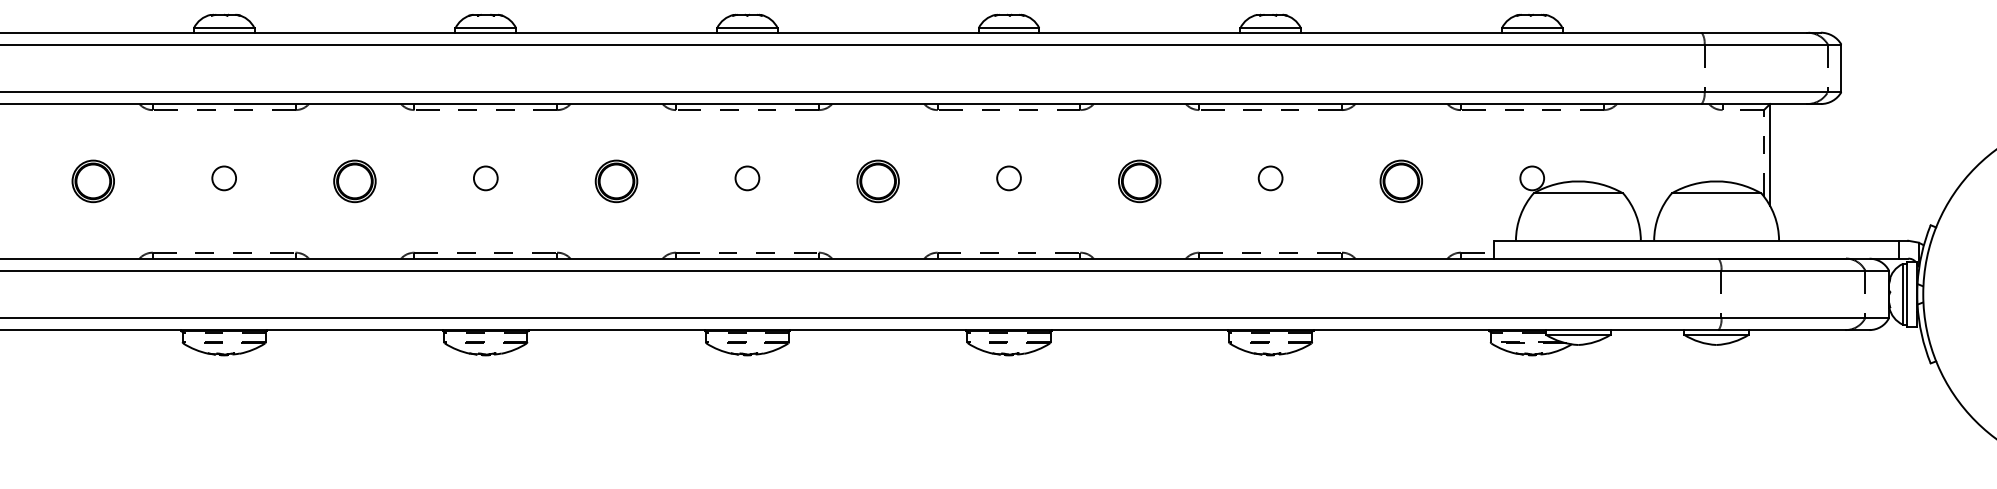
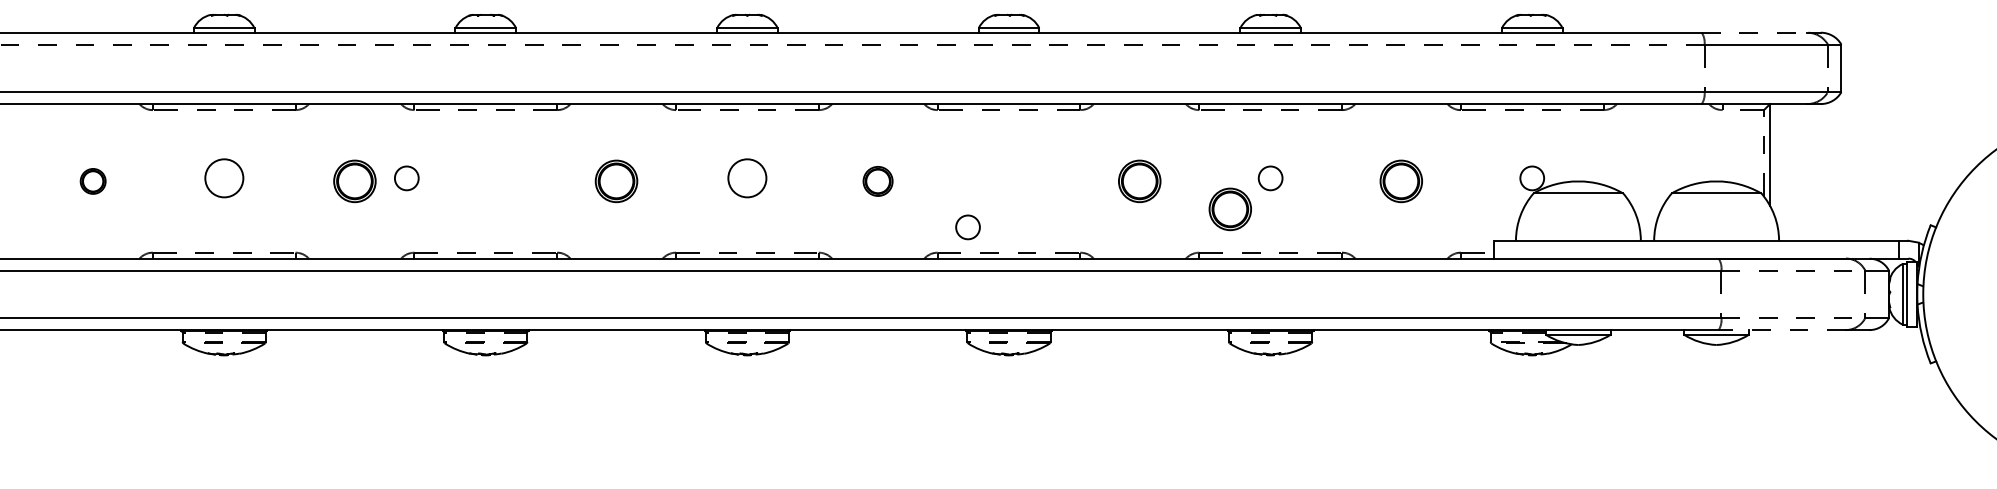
line at (1754, 32): solid -> dashed
line at (852, 44): solid -> dashed
circle at (223, 178) size: 26x27 px -> 41x41 px
circle at (485, 178) position: (485, 178) -> (406, 178)
circle at (747, 178) size: 27x27 px -> 41x41 px
circle at (1008, 178) position: (1008, 178) -> (967, 227)
part at (92, 181) size: 44x45 px -> 28x27 px
part at (877, 181) size: 44x45 px -> 32x31 px
part at (1229, 209): none -> present
line at (1793, 270): solid -> dashed
line at (1793, 318): solid -> dashed
line at (1781, 330): solid -> dashed
